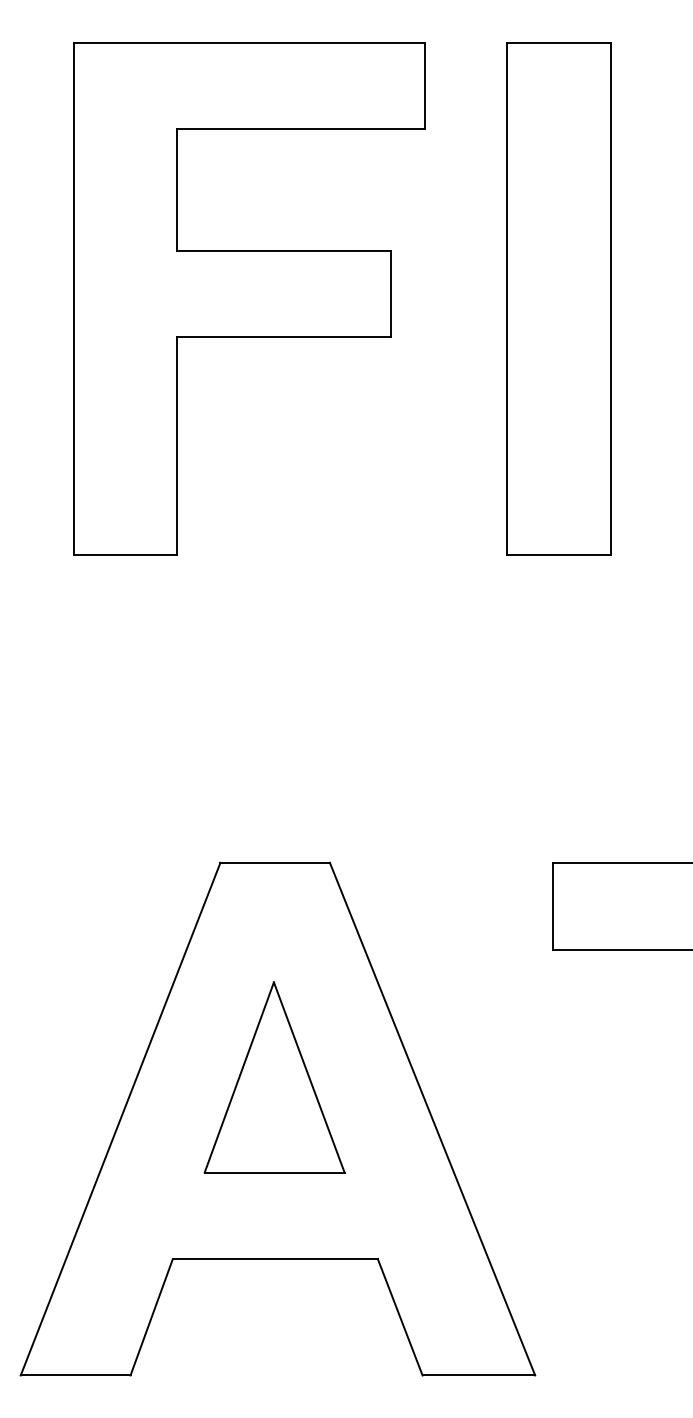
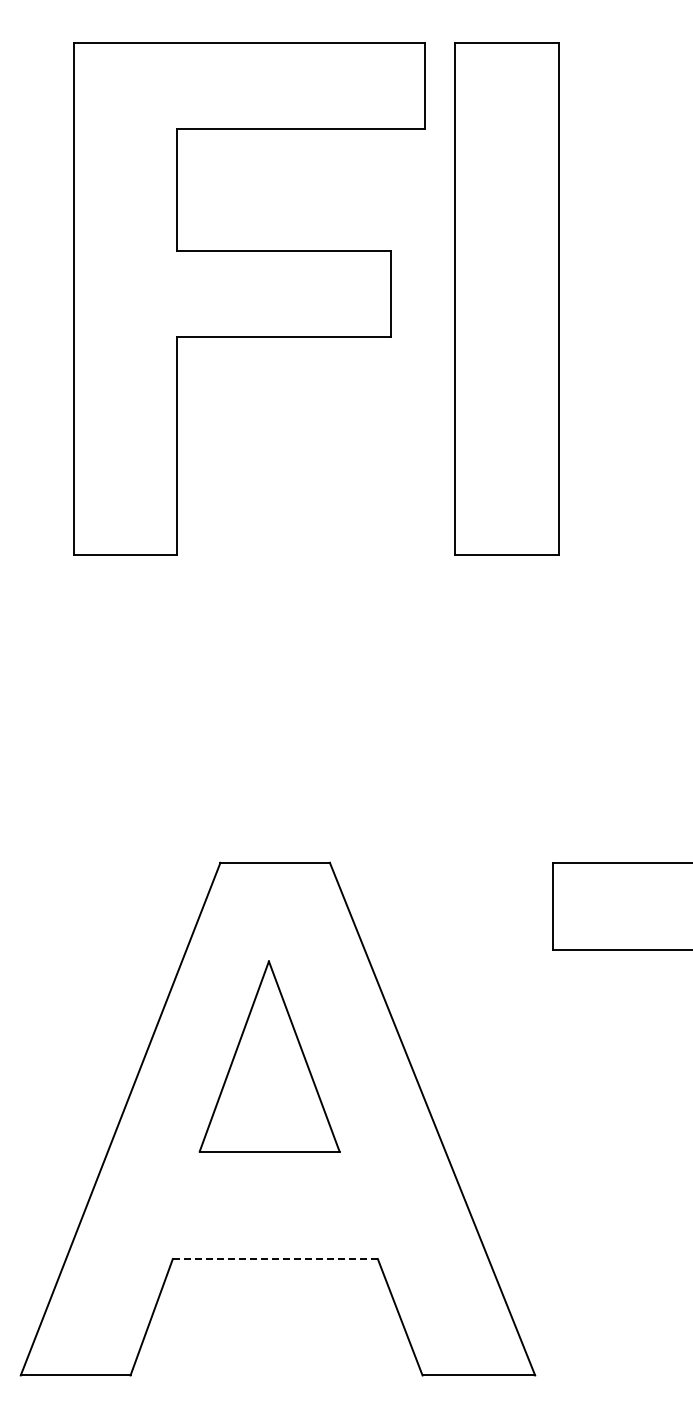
part at (558, 298) position: (558, 298) -> (506, 298)
part at (274, 1077) position: (274, 1077) -> (269, 1056)
line at (275, 1259): solid -> dashed
